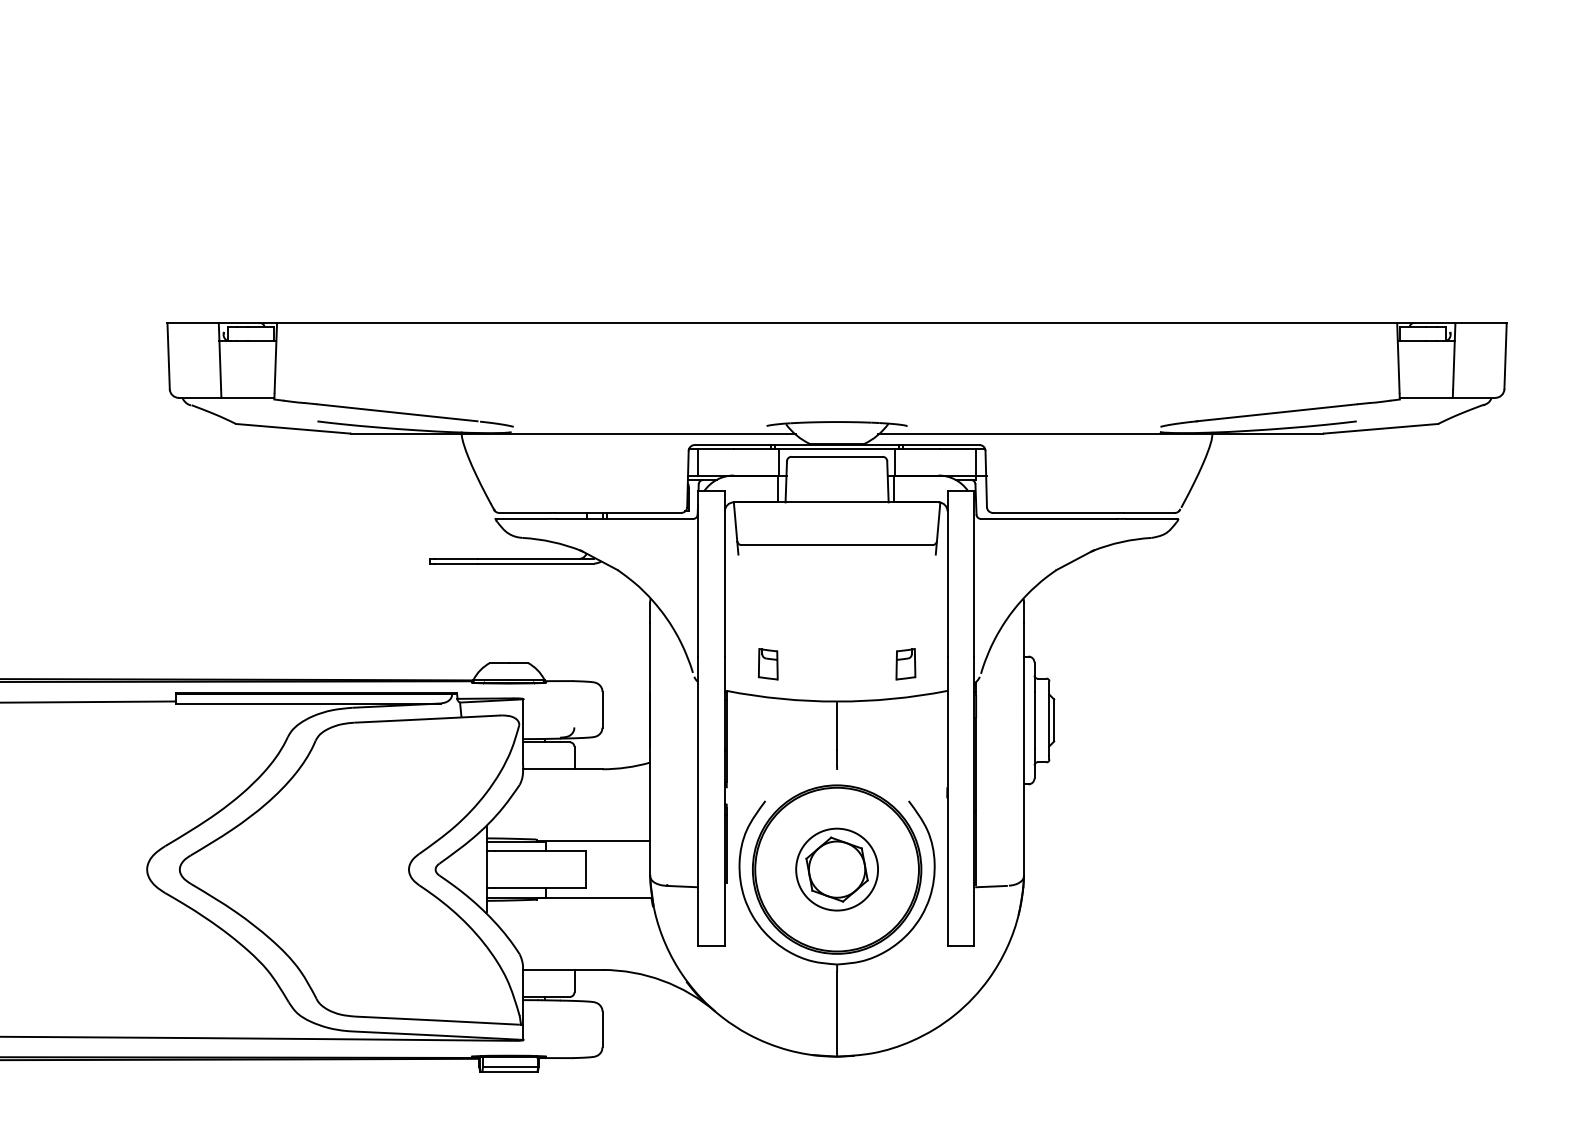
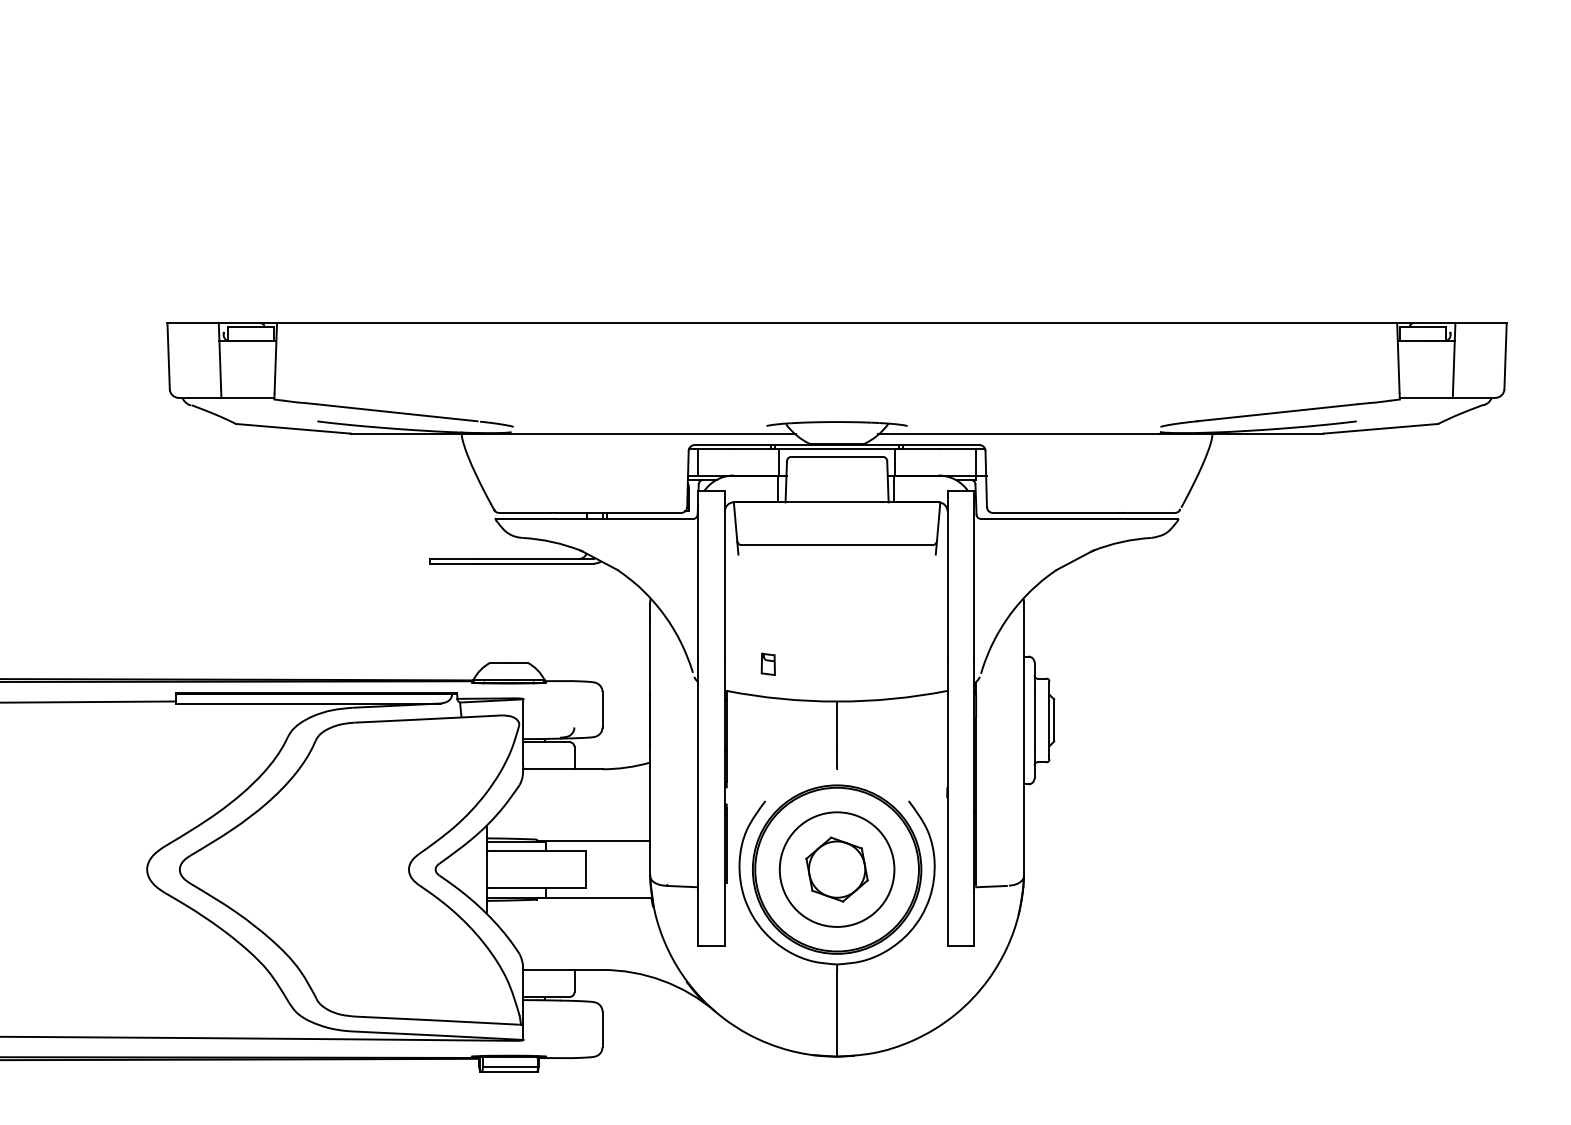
part at (768, 664) size: 21x33 px -> 16x24 px
part at (905, 664): present -> none
circle at (837, 869) diameter: 82 px -> 115 px
